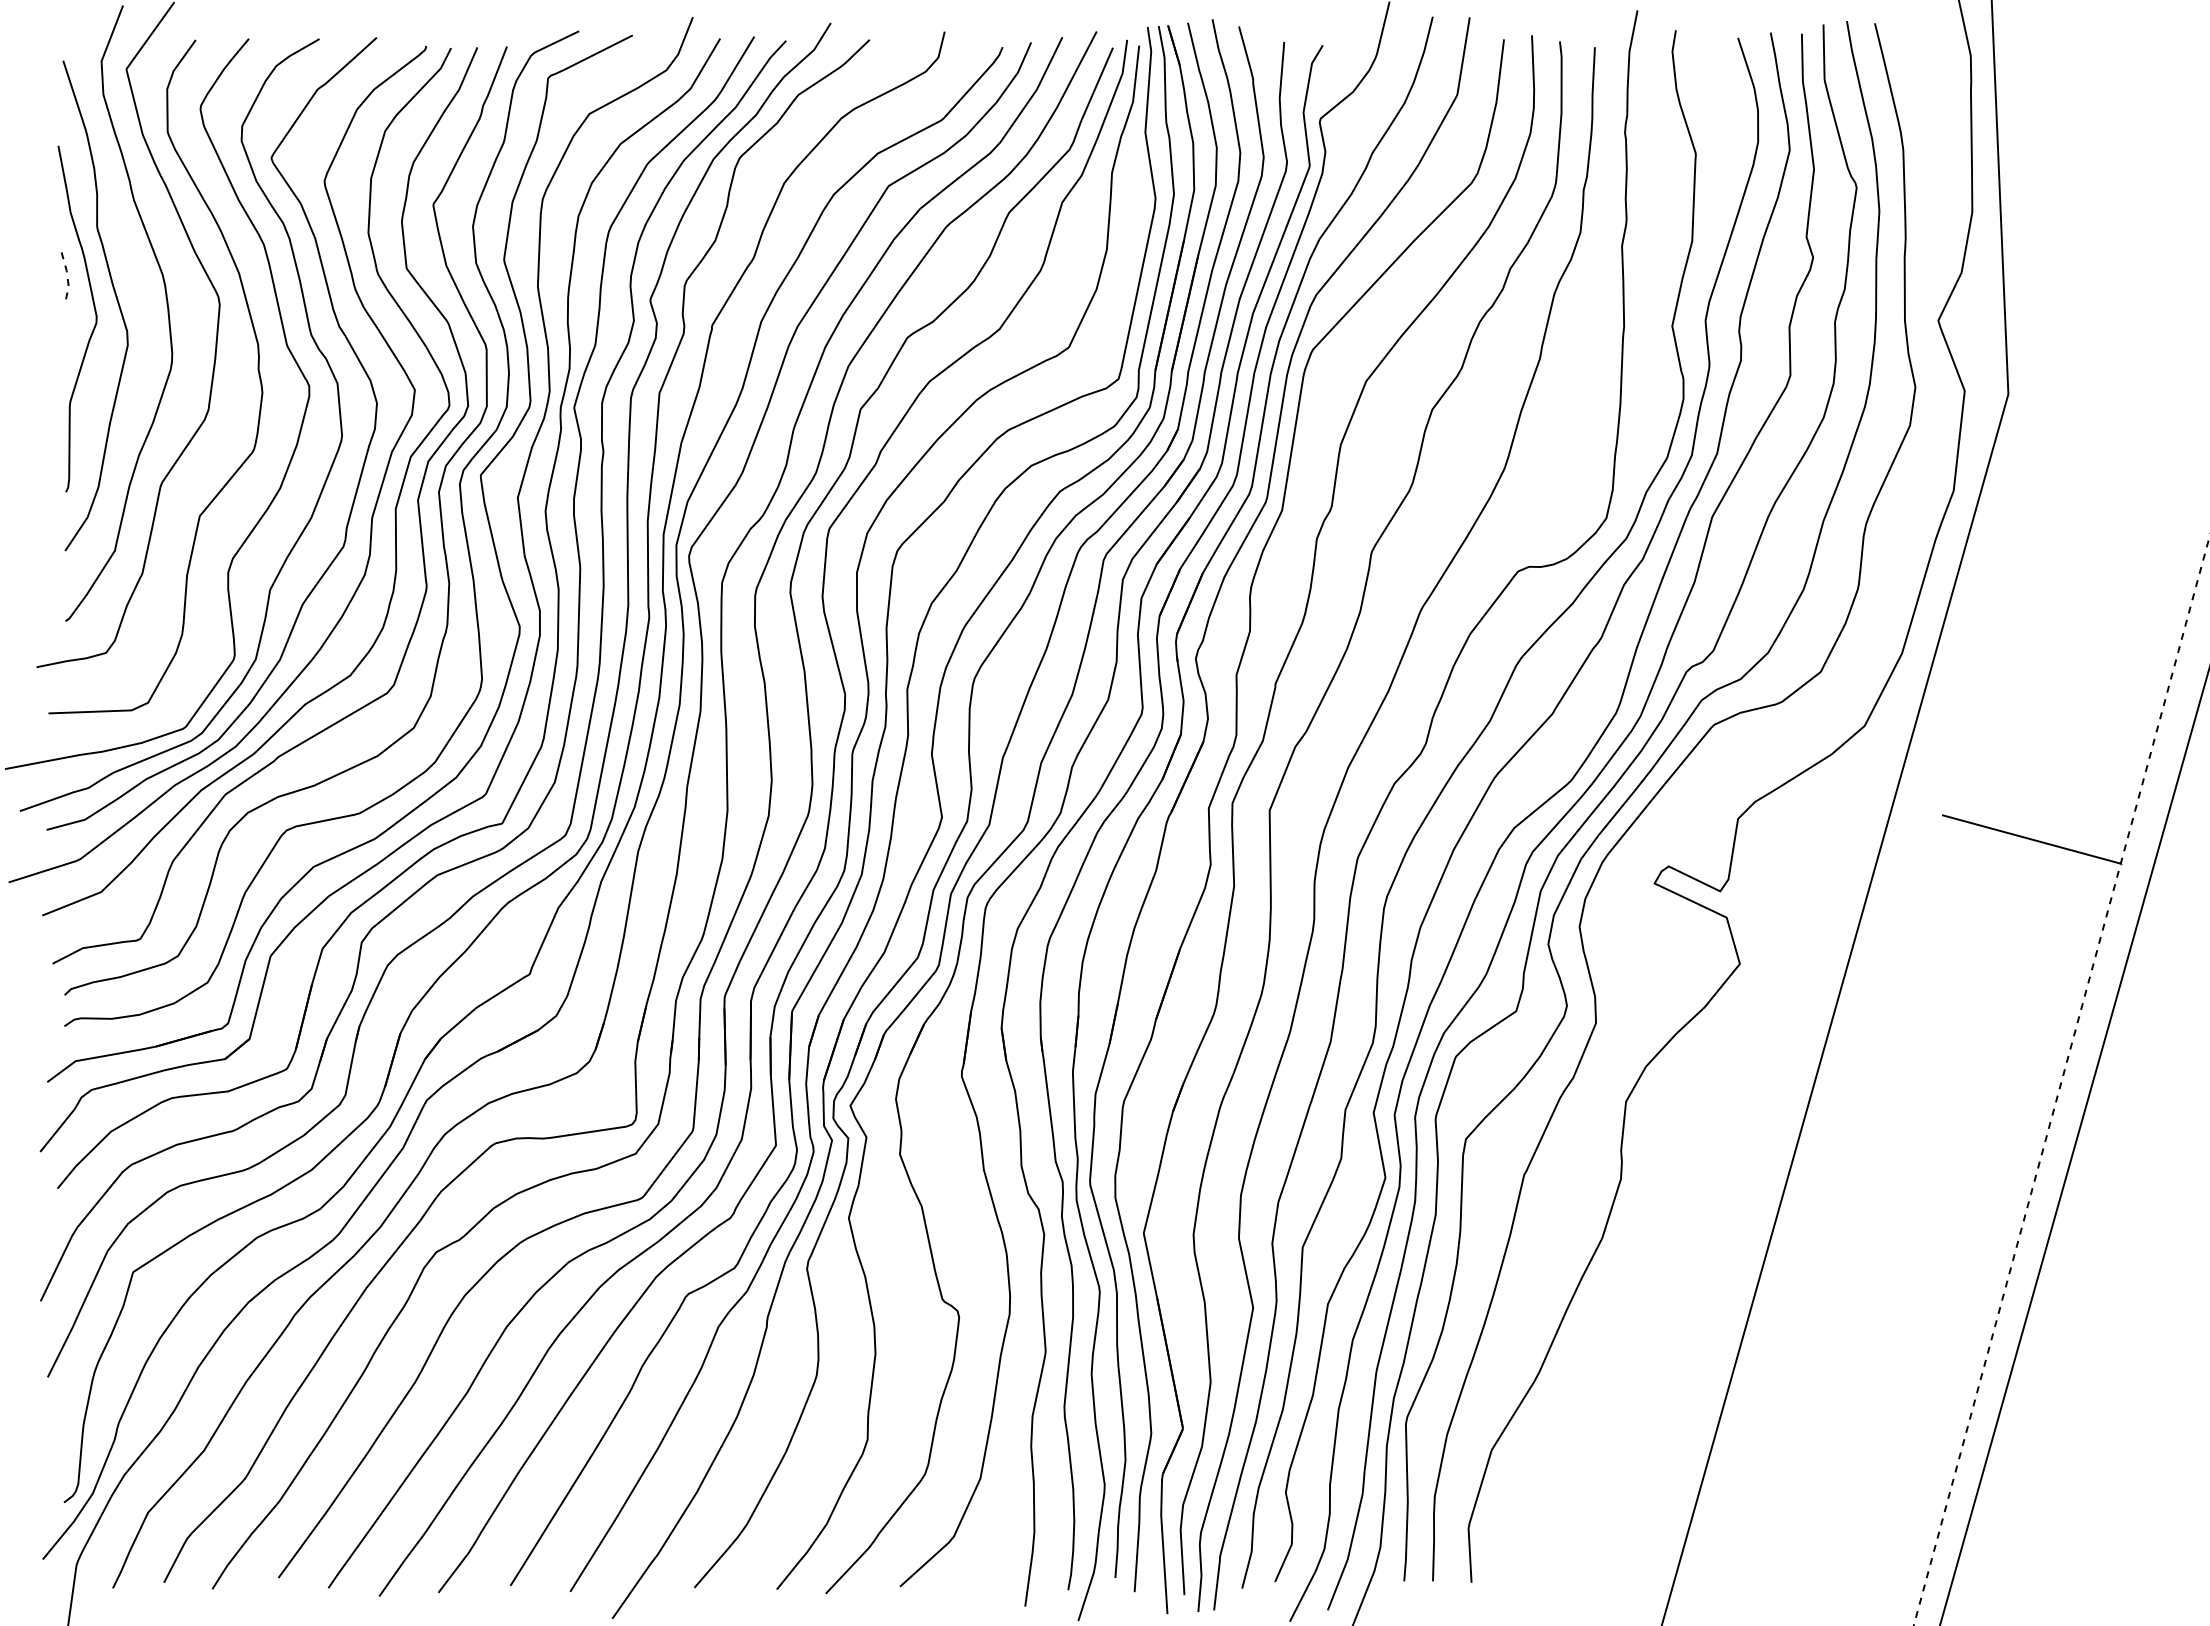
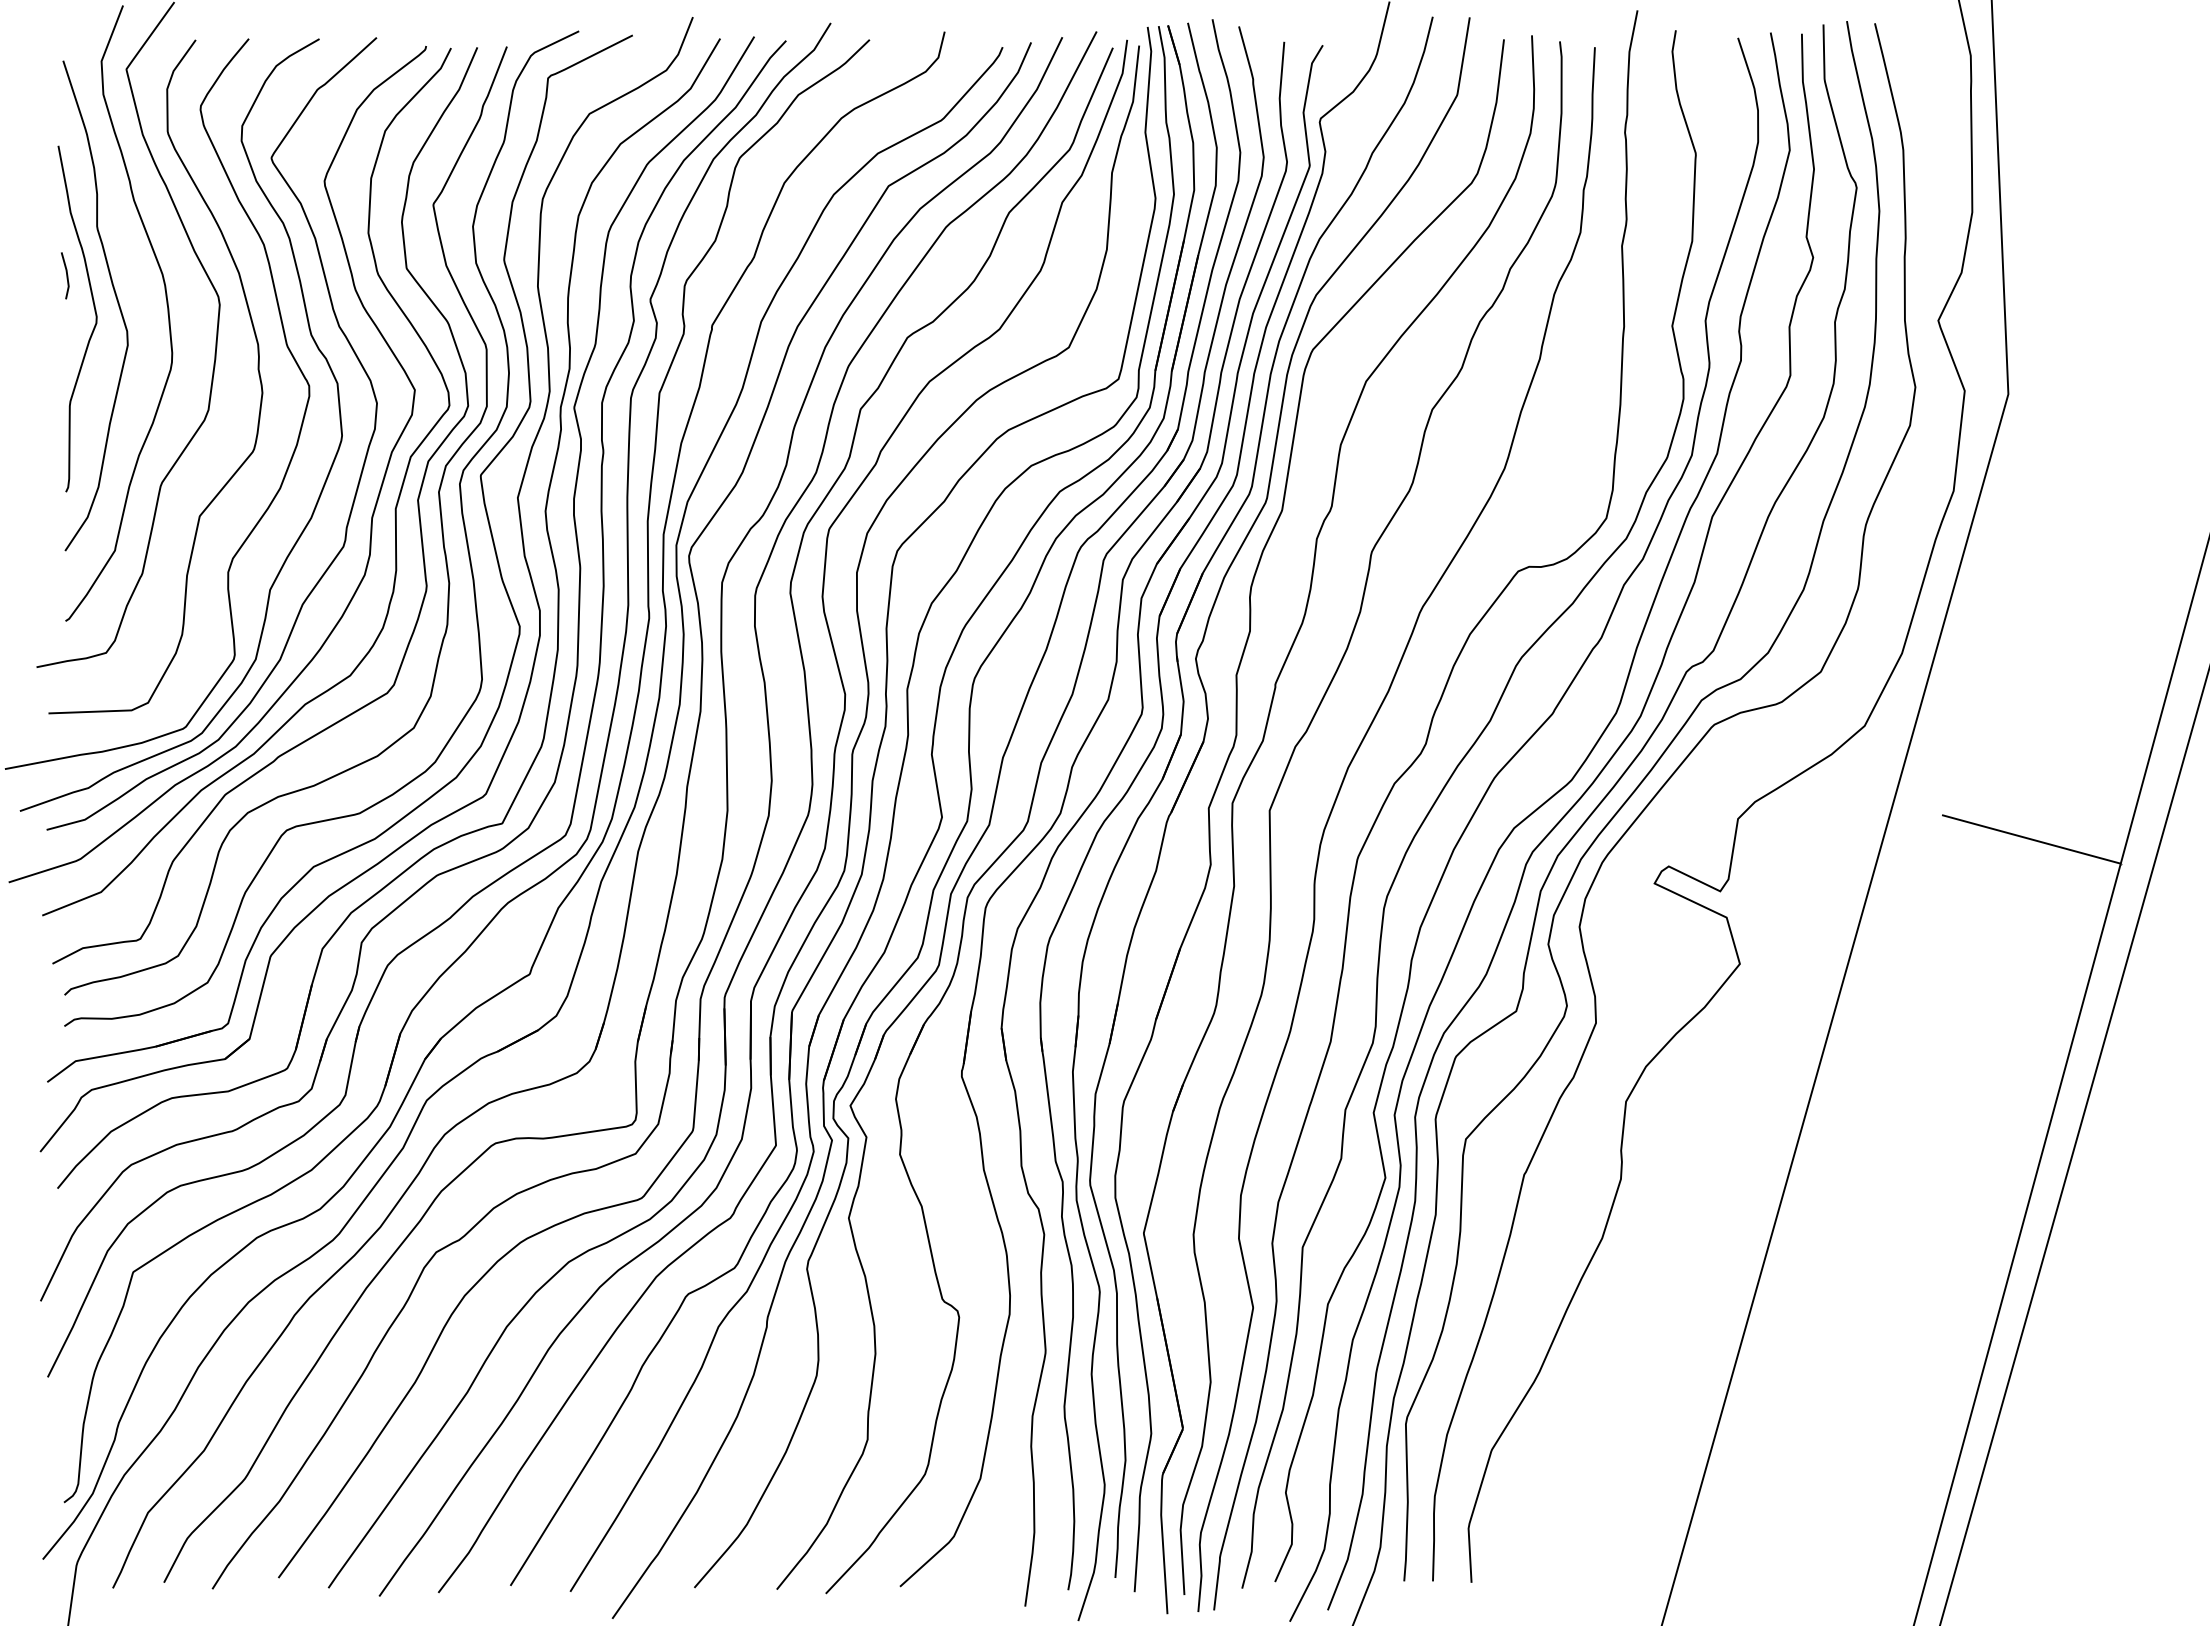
line at (67, 276): dashed -> solid
line at (2061, 1080): dashed -> solid
